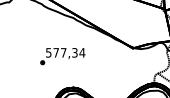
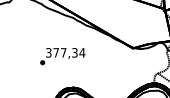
text at (48, 52): 577,34 -> 377,34
